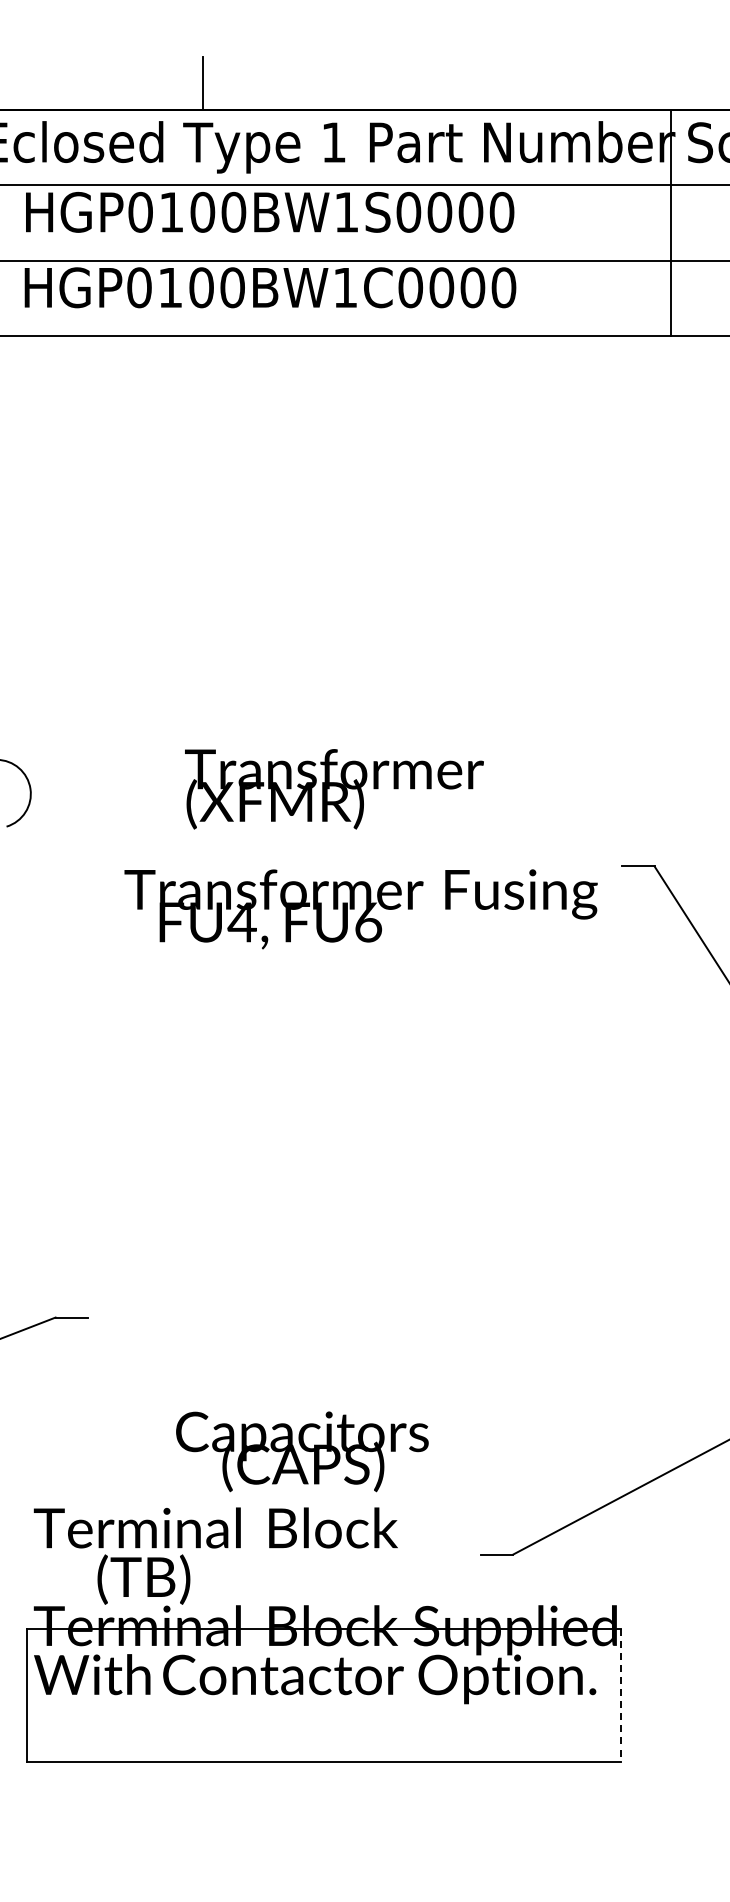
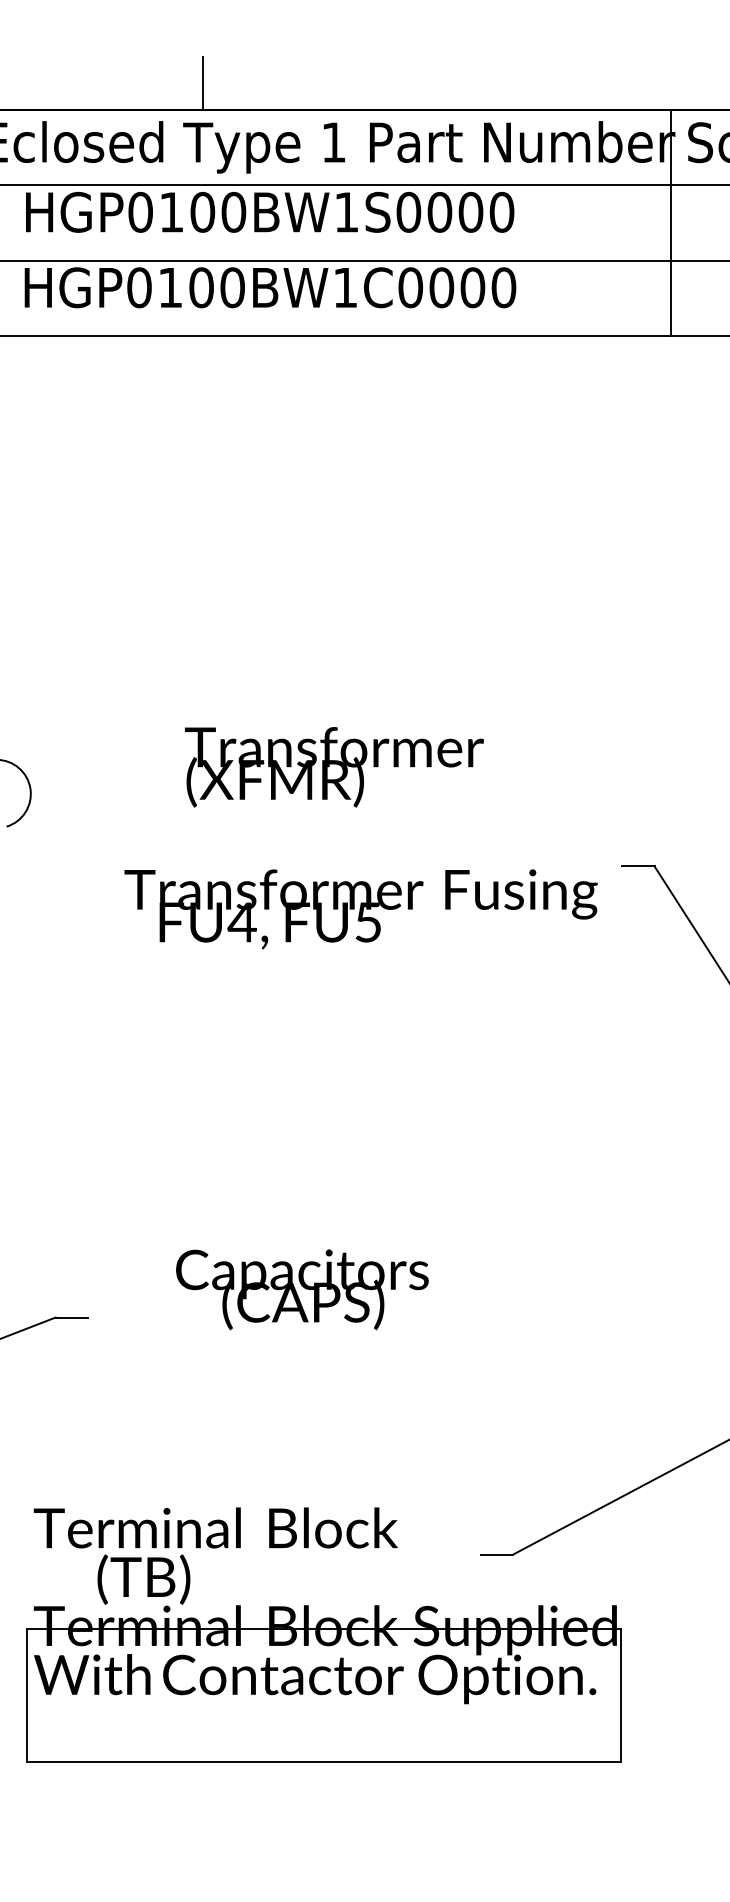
text at (334, 789) position: (334, 789) -> (334, 767)
text at (368, 922): FU6 -> FU5
text at (302, 1451) position: (302, 1451) -> (302, 1289)
line at (621, 1695): dashed -> solid
